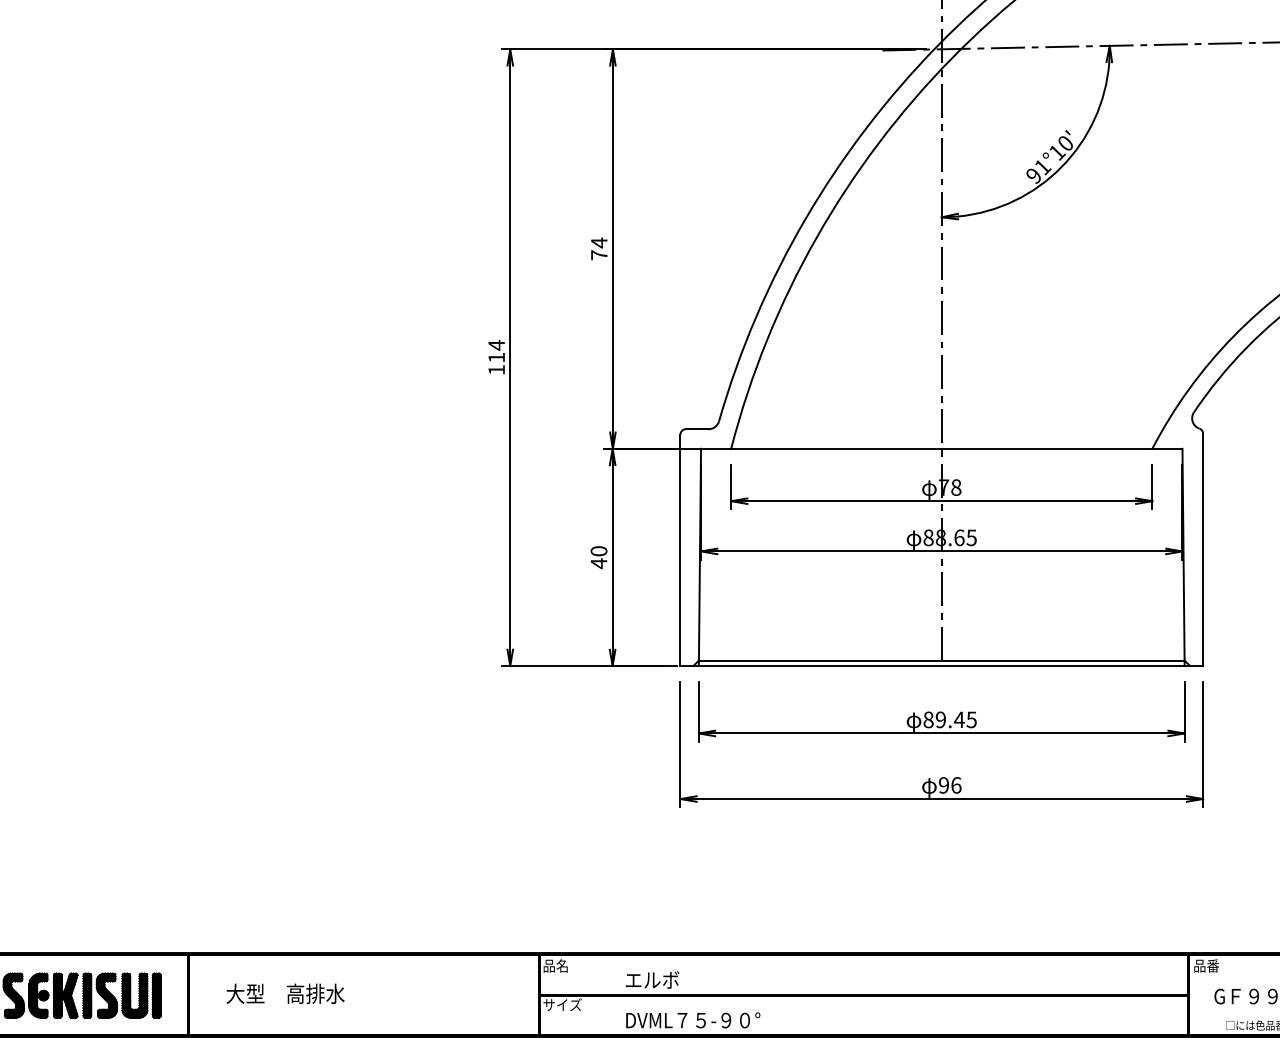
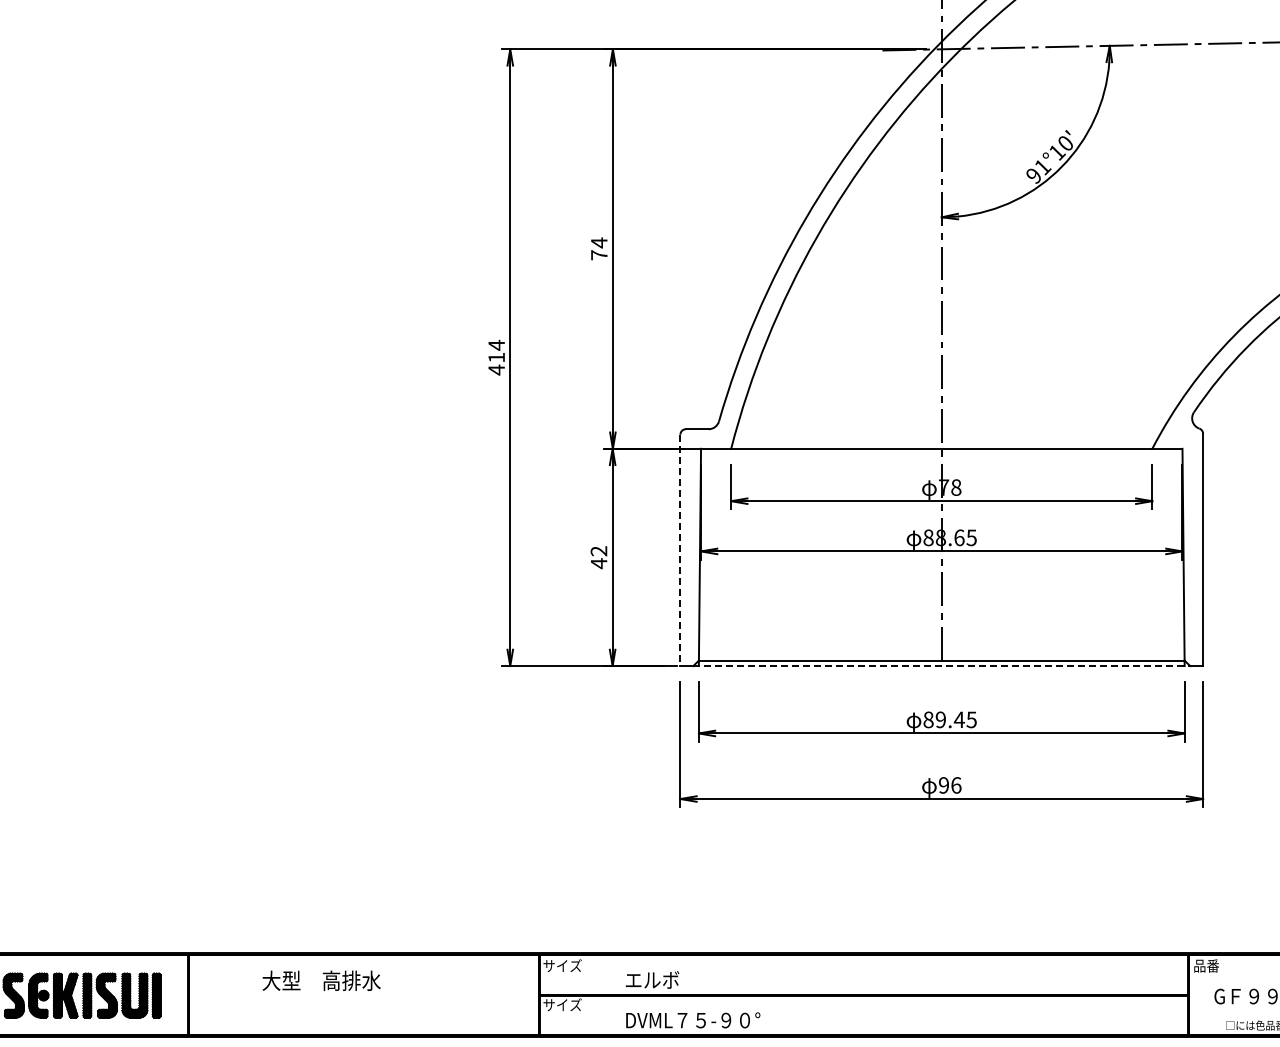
text at (496, 369): 114 -> 414
line at (680, 550): solid -> dashed
text at (598, 551): 40 -> 42
line at (942, 666): solid -> dashed
text at (562, 965): 品名 -> サイズ
text at (285, 993) position: (285, 993) -> (321, 980)
